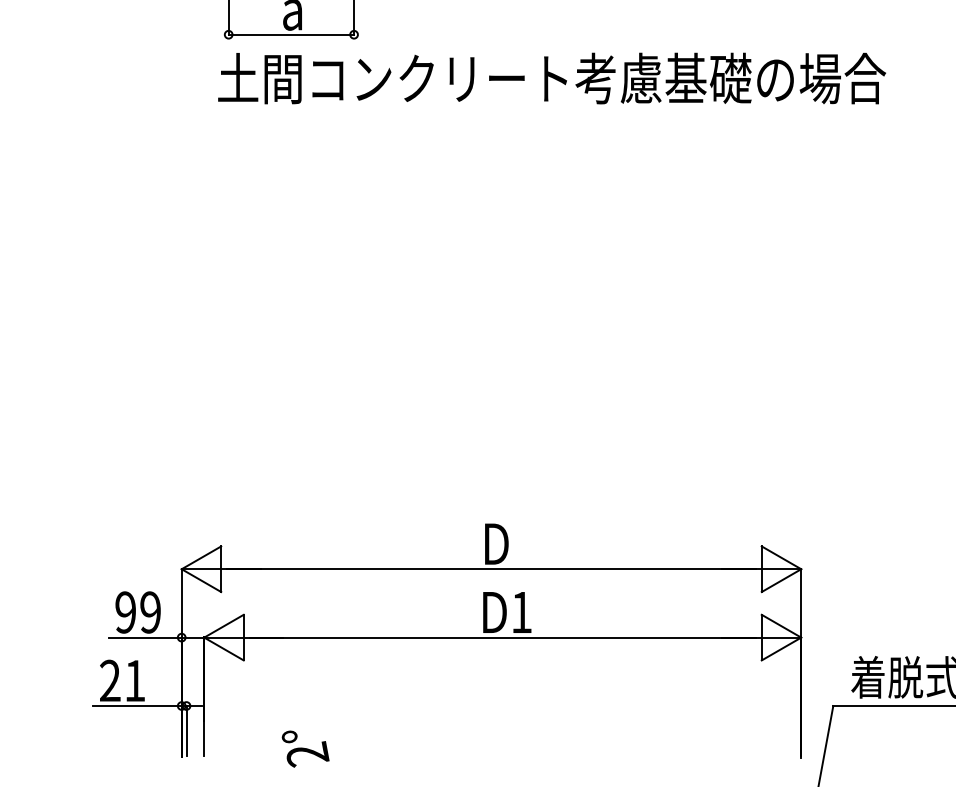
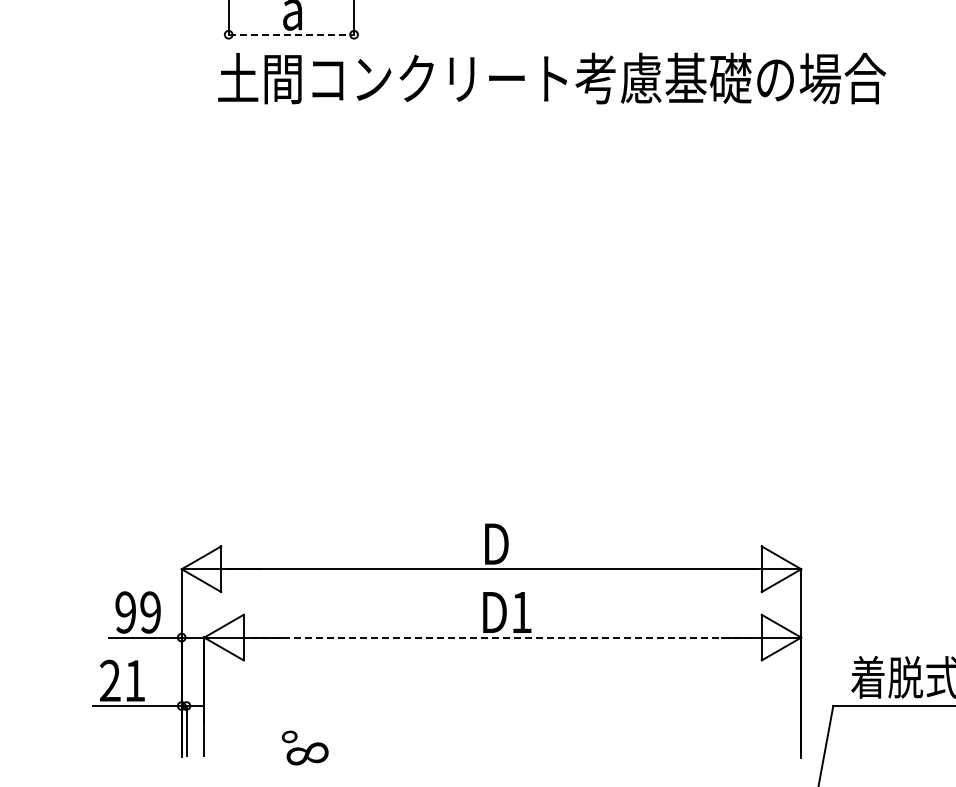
line at (291, 34): solid -> dashed
line at (502, 637): solid -> dashed
text at (307, 754): 2° -> 8°
